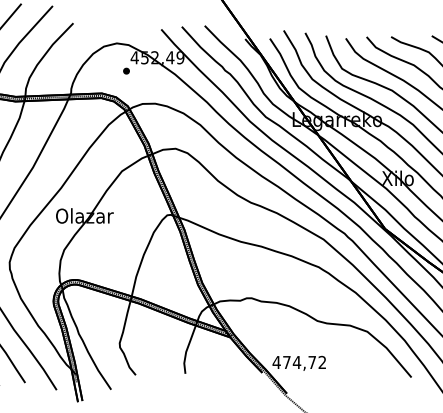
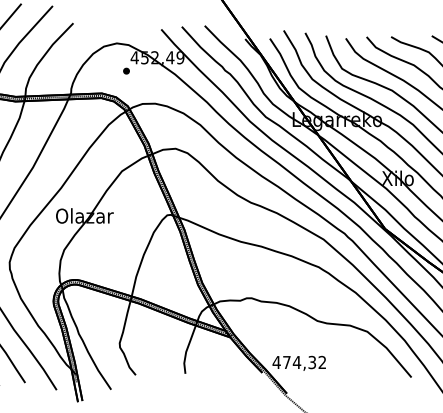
text at (312, 362): 474,72 -> 474,32
